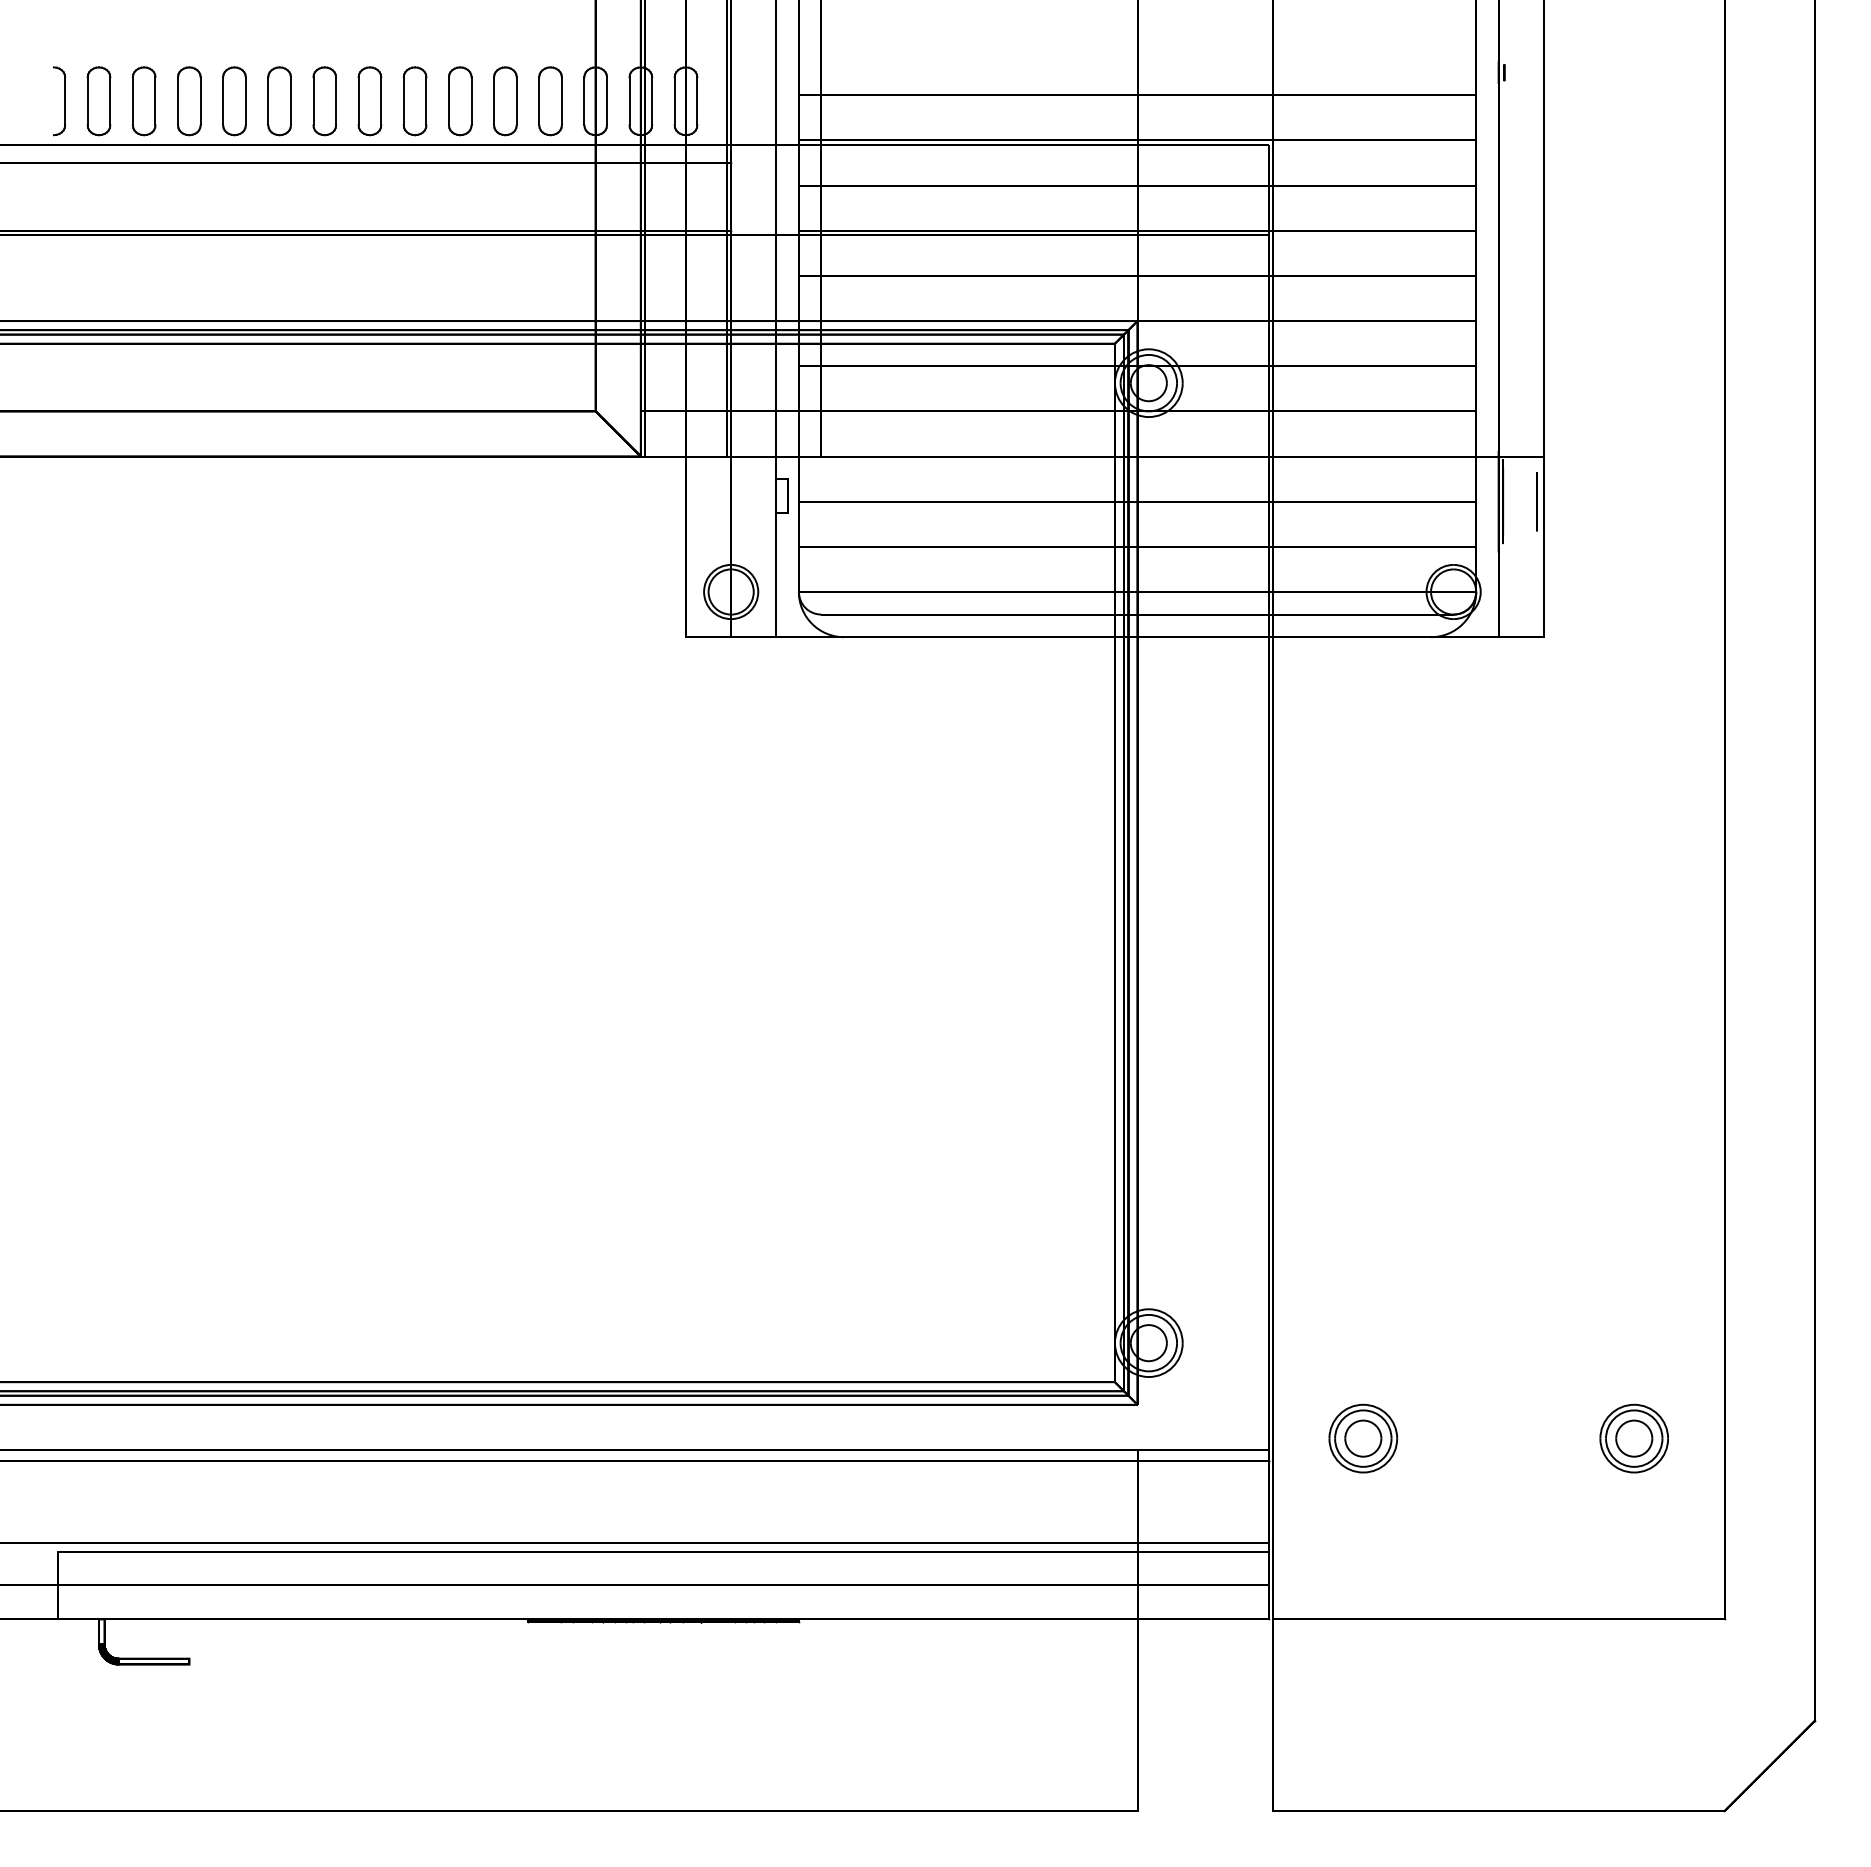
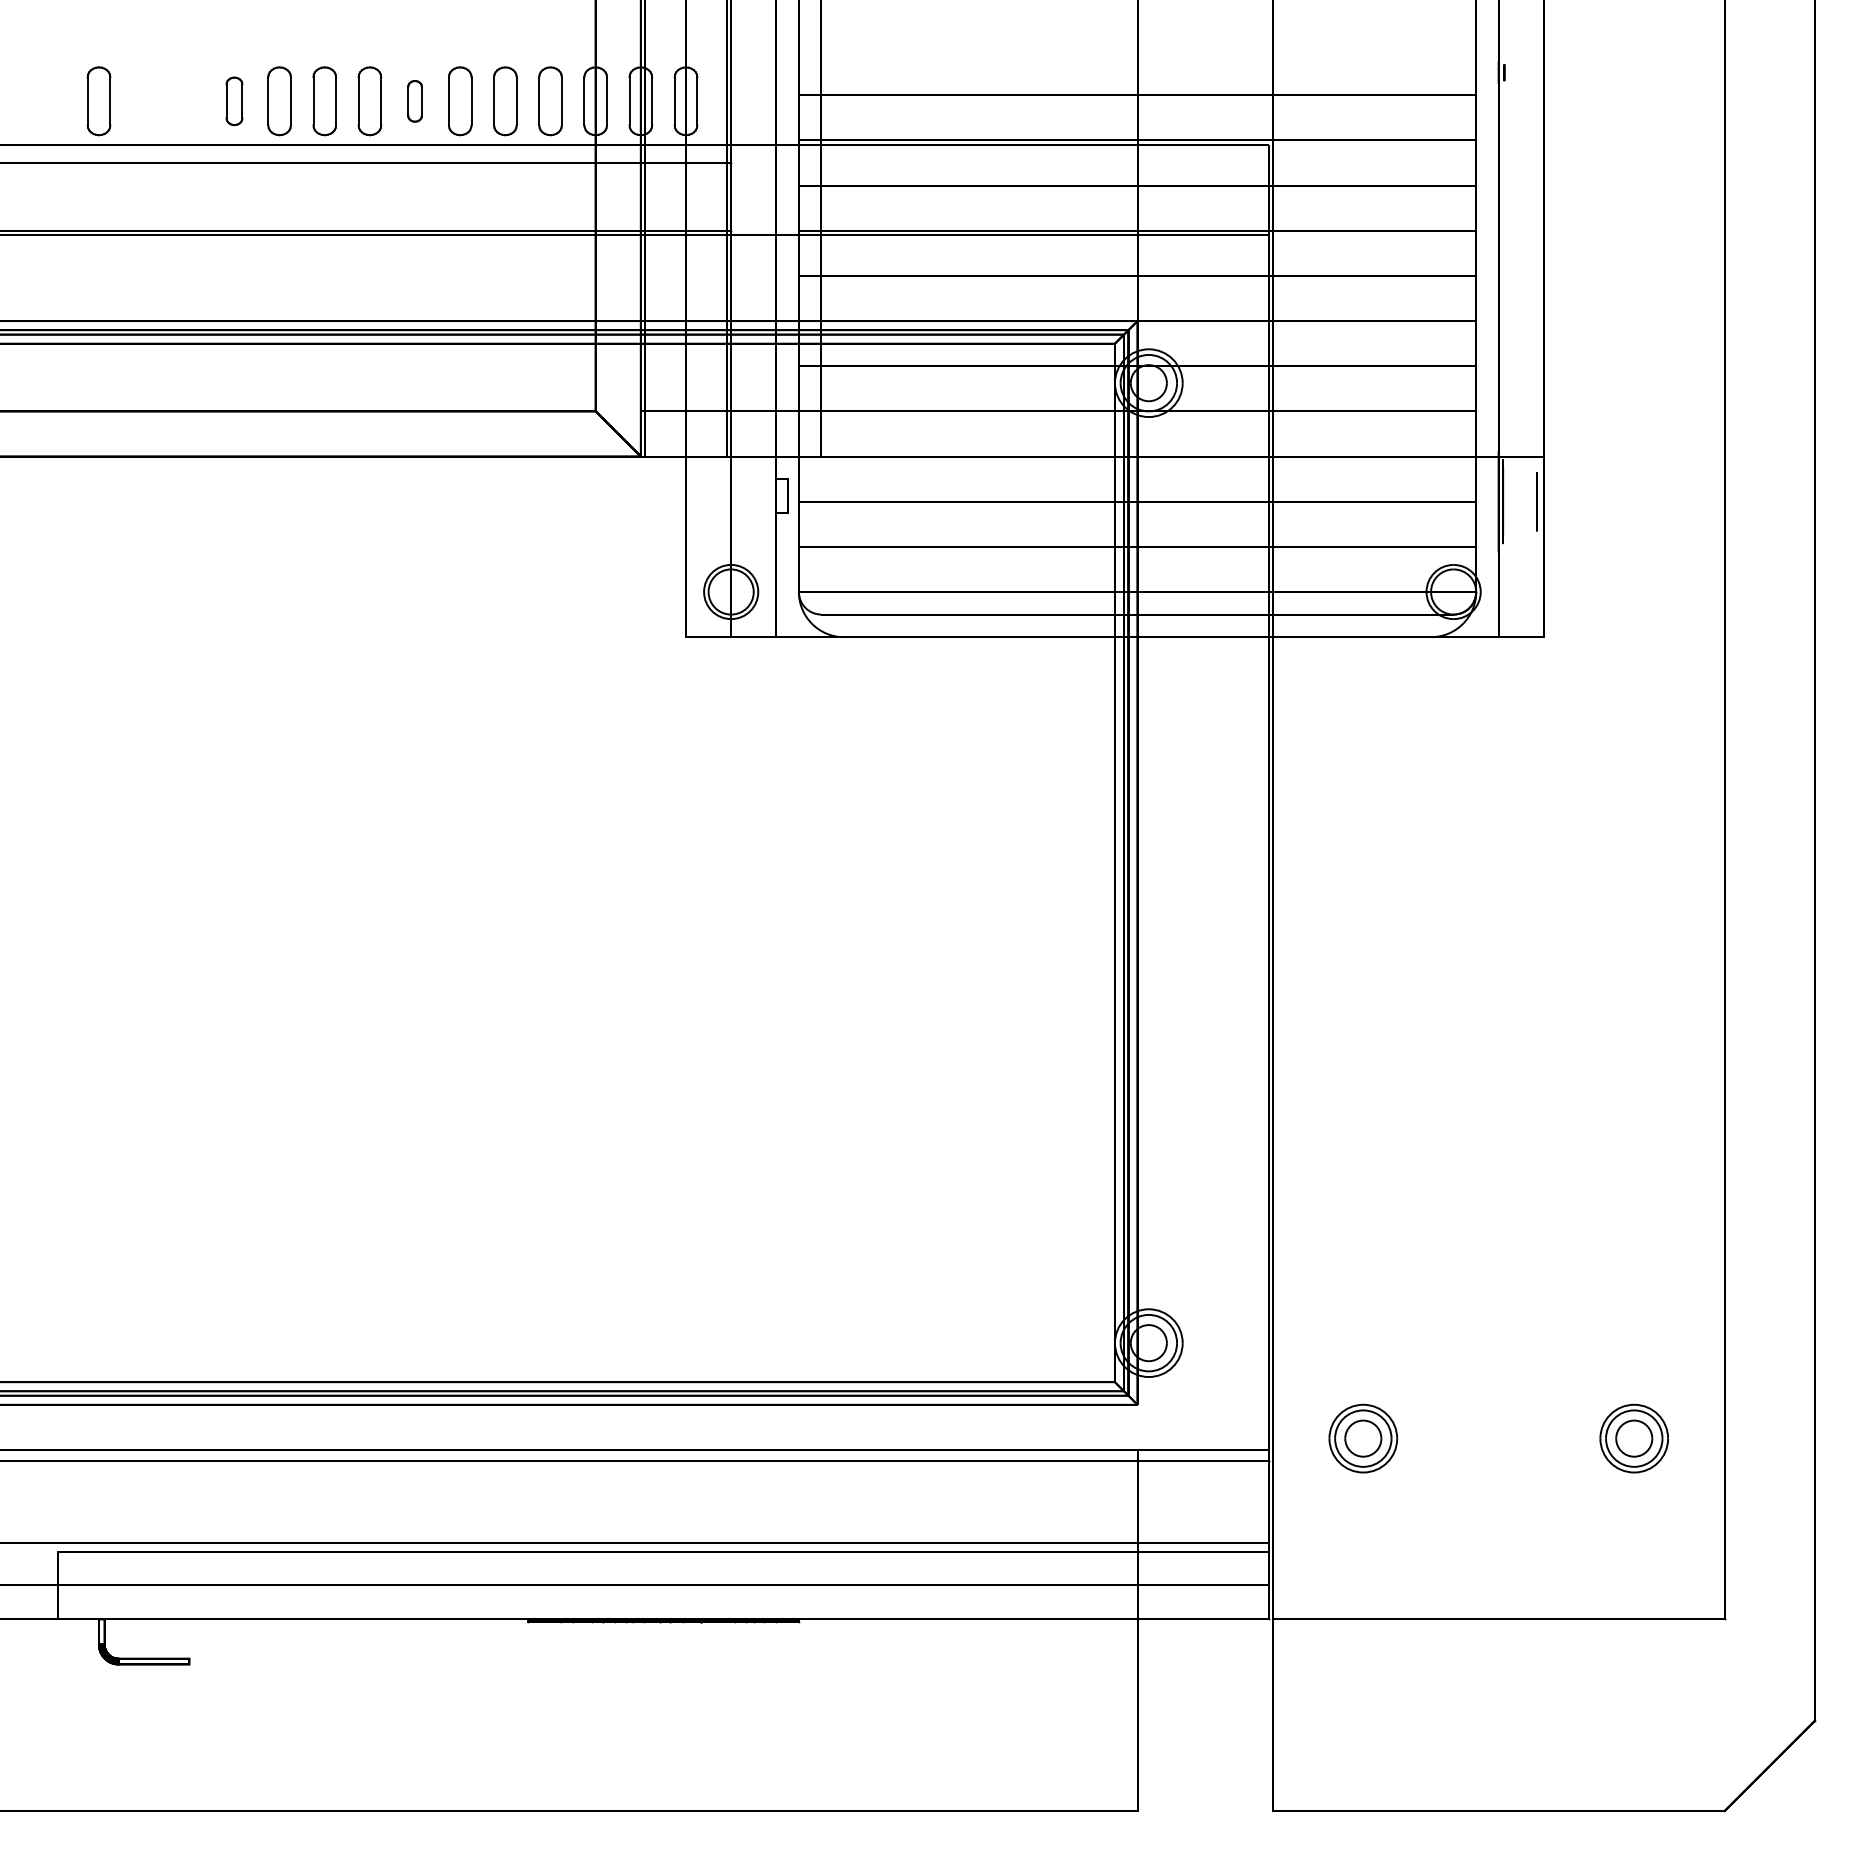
part at (59, 101): present -> none
part at (143, 101): present -> none
part at (189, 101): present -> none
part at (234, 101) size: 25x71 px -> 19x50 px
part at (414, 101) size: 26x71 px -> 16x43 px
